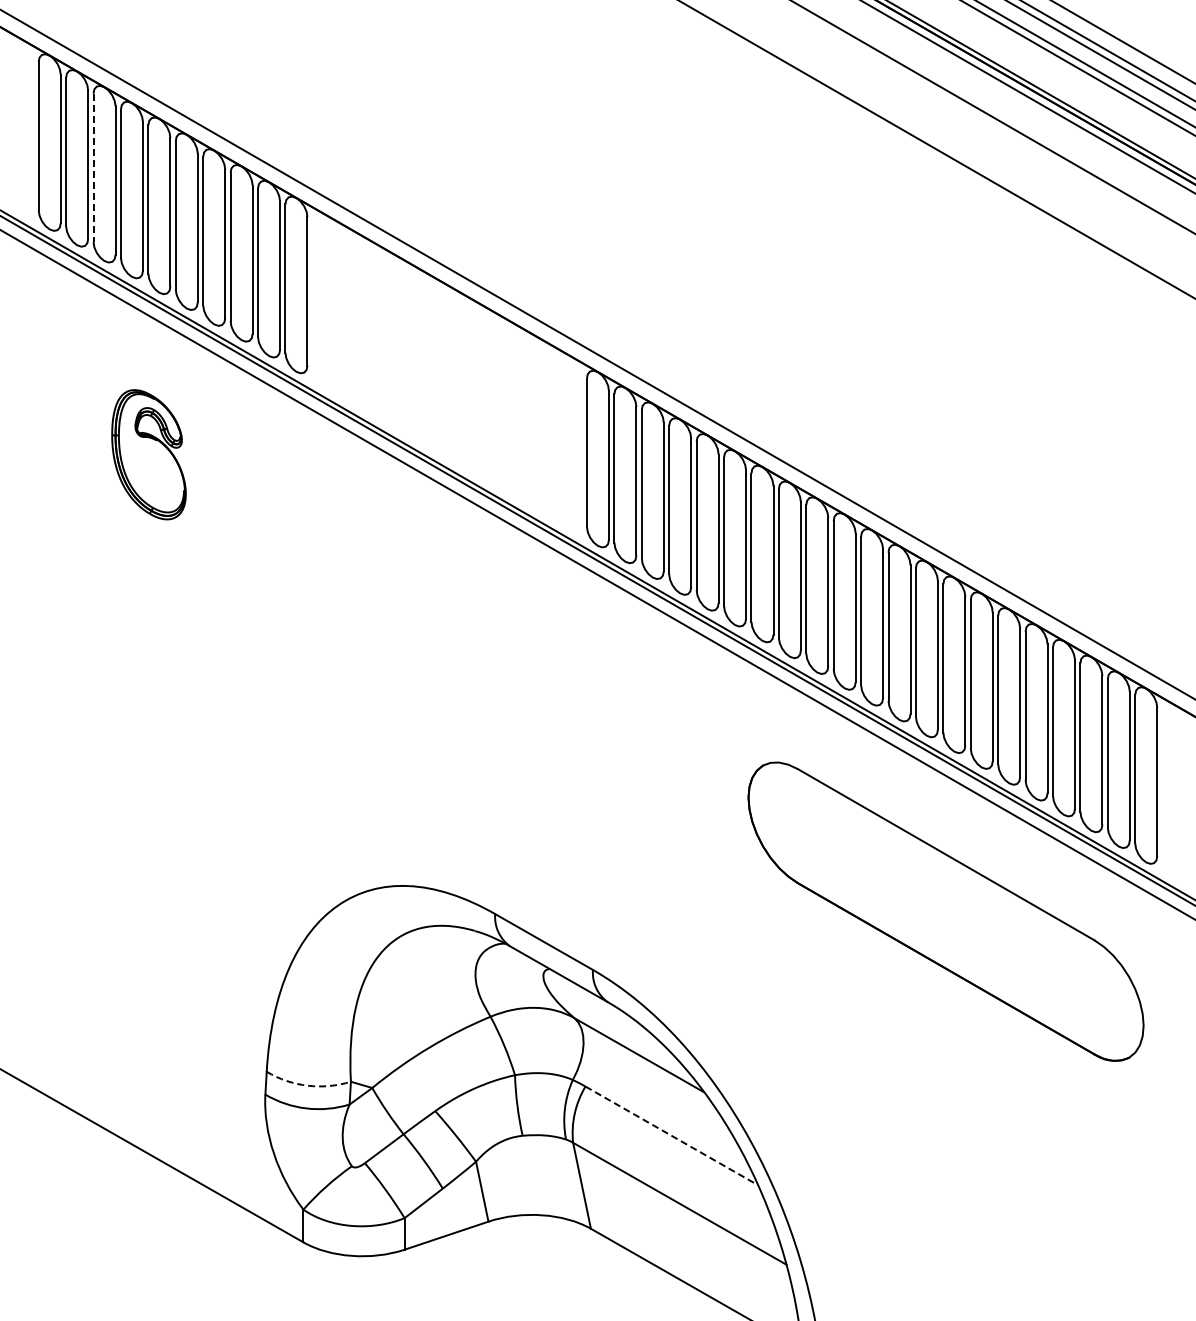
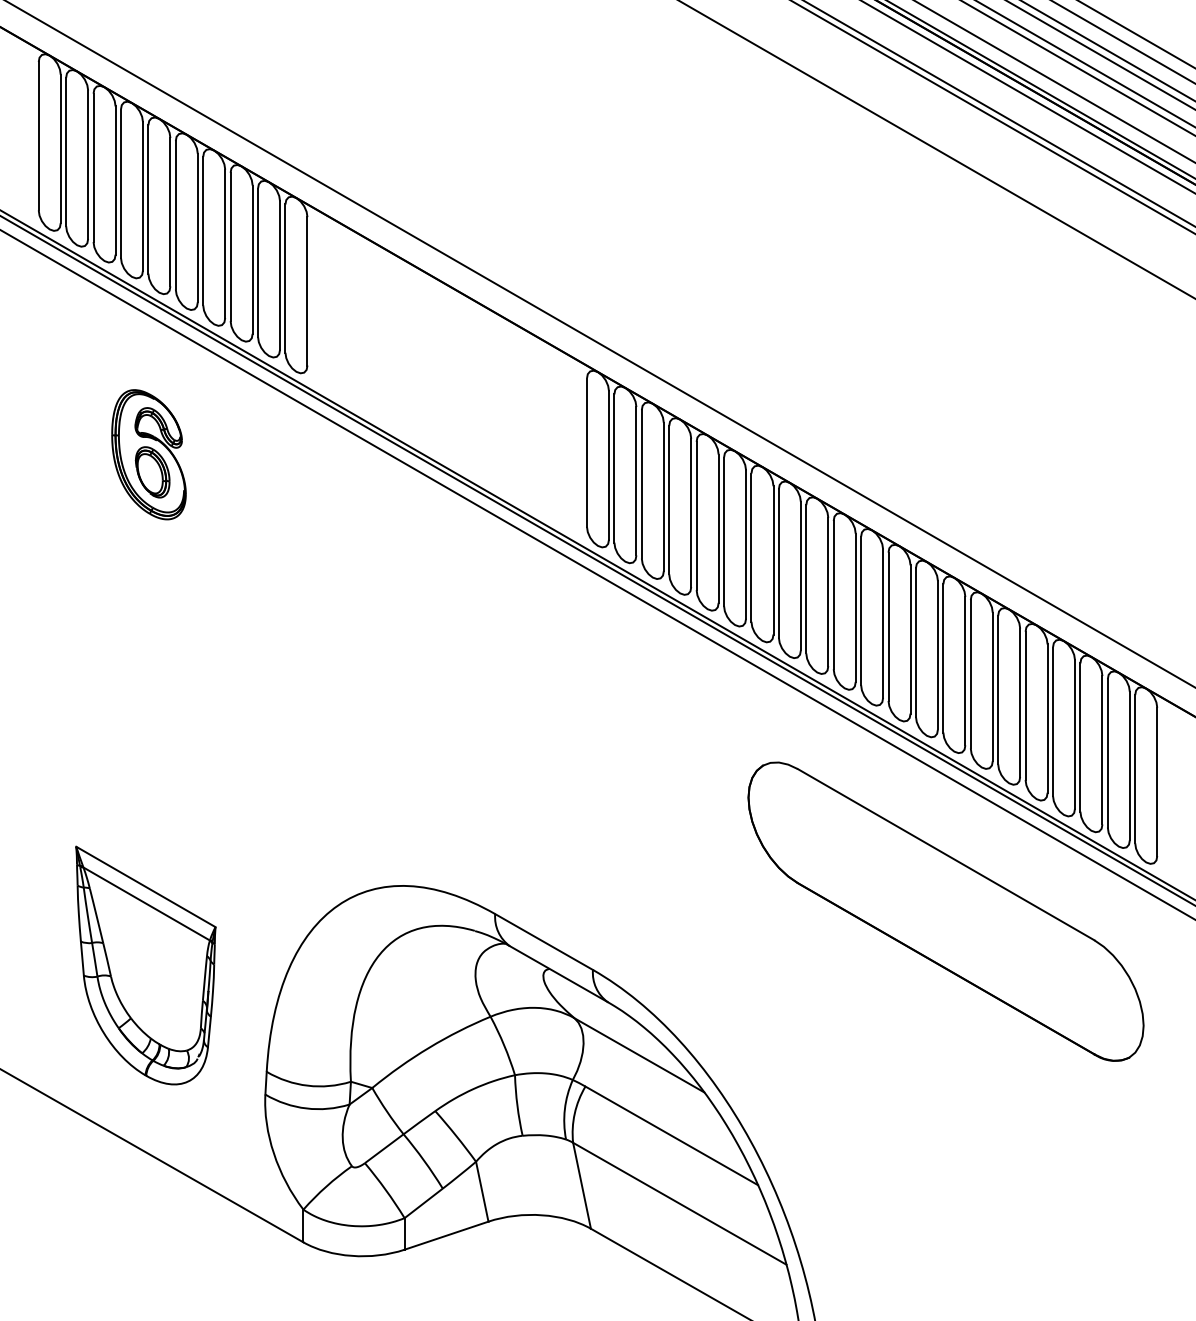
line at (1136, 34): none -> present
line at (1054, 81): none -> present
line at (999, 113): none -> present
line at (93, 168): dashed -> solid
line at (597, 353) position: (597, 353) -> (600, 343)
part at (152, 472): none -> present
part at (145, 965): none -> present
arc at (307, 1085): dashed -> solid
line at (672, 1136): dashed -> solid
